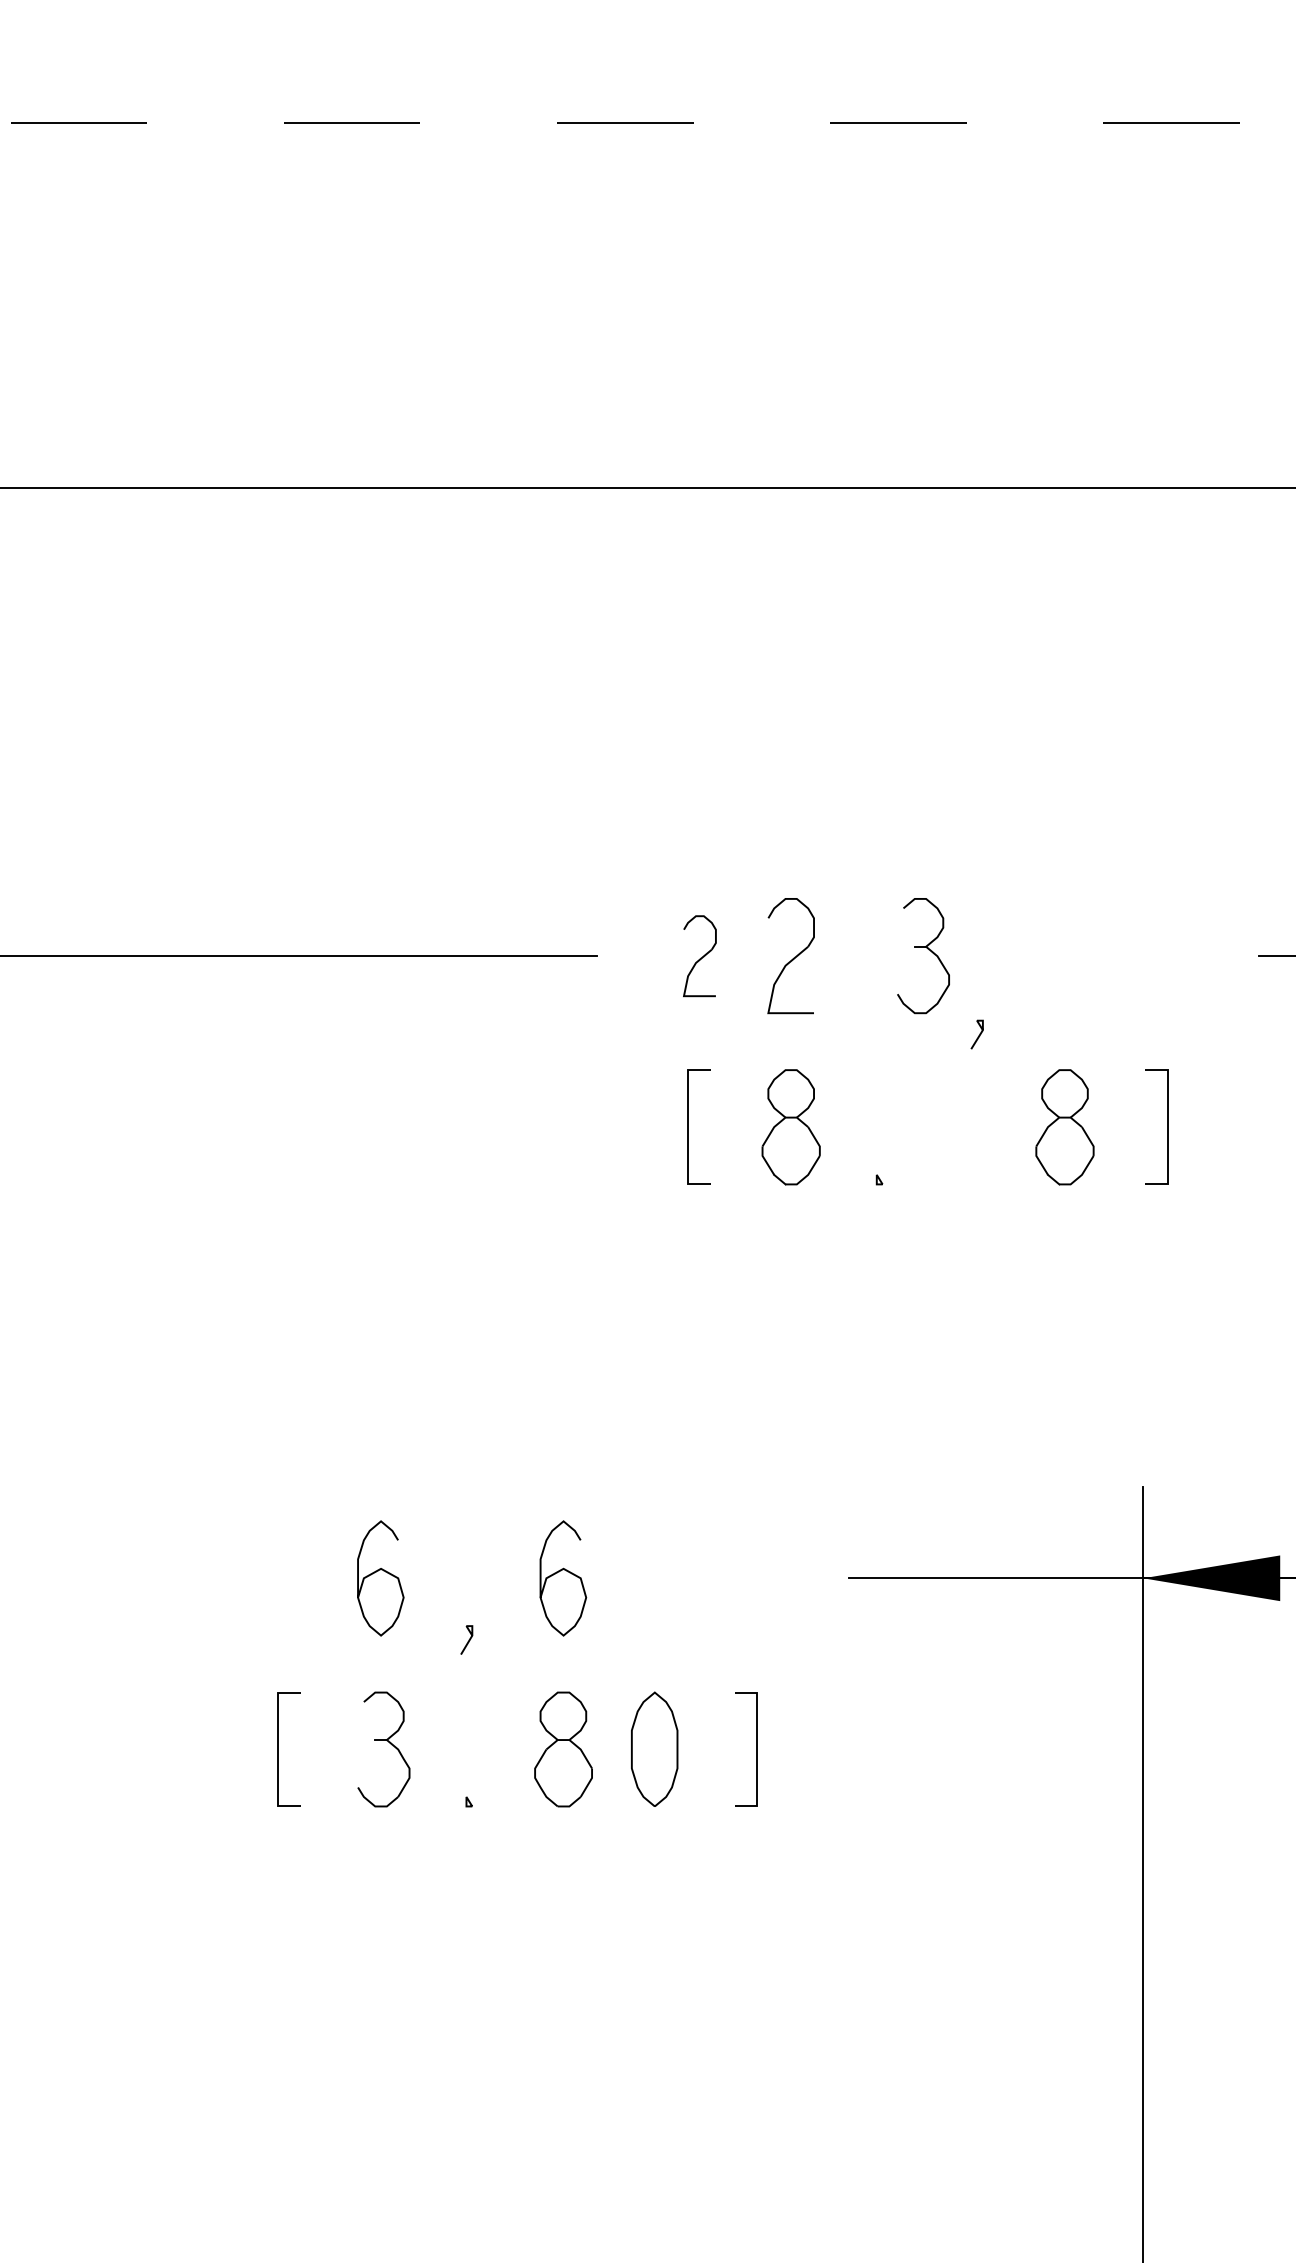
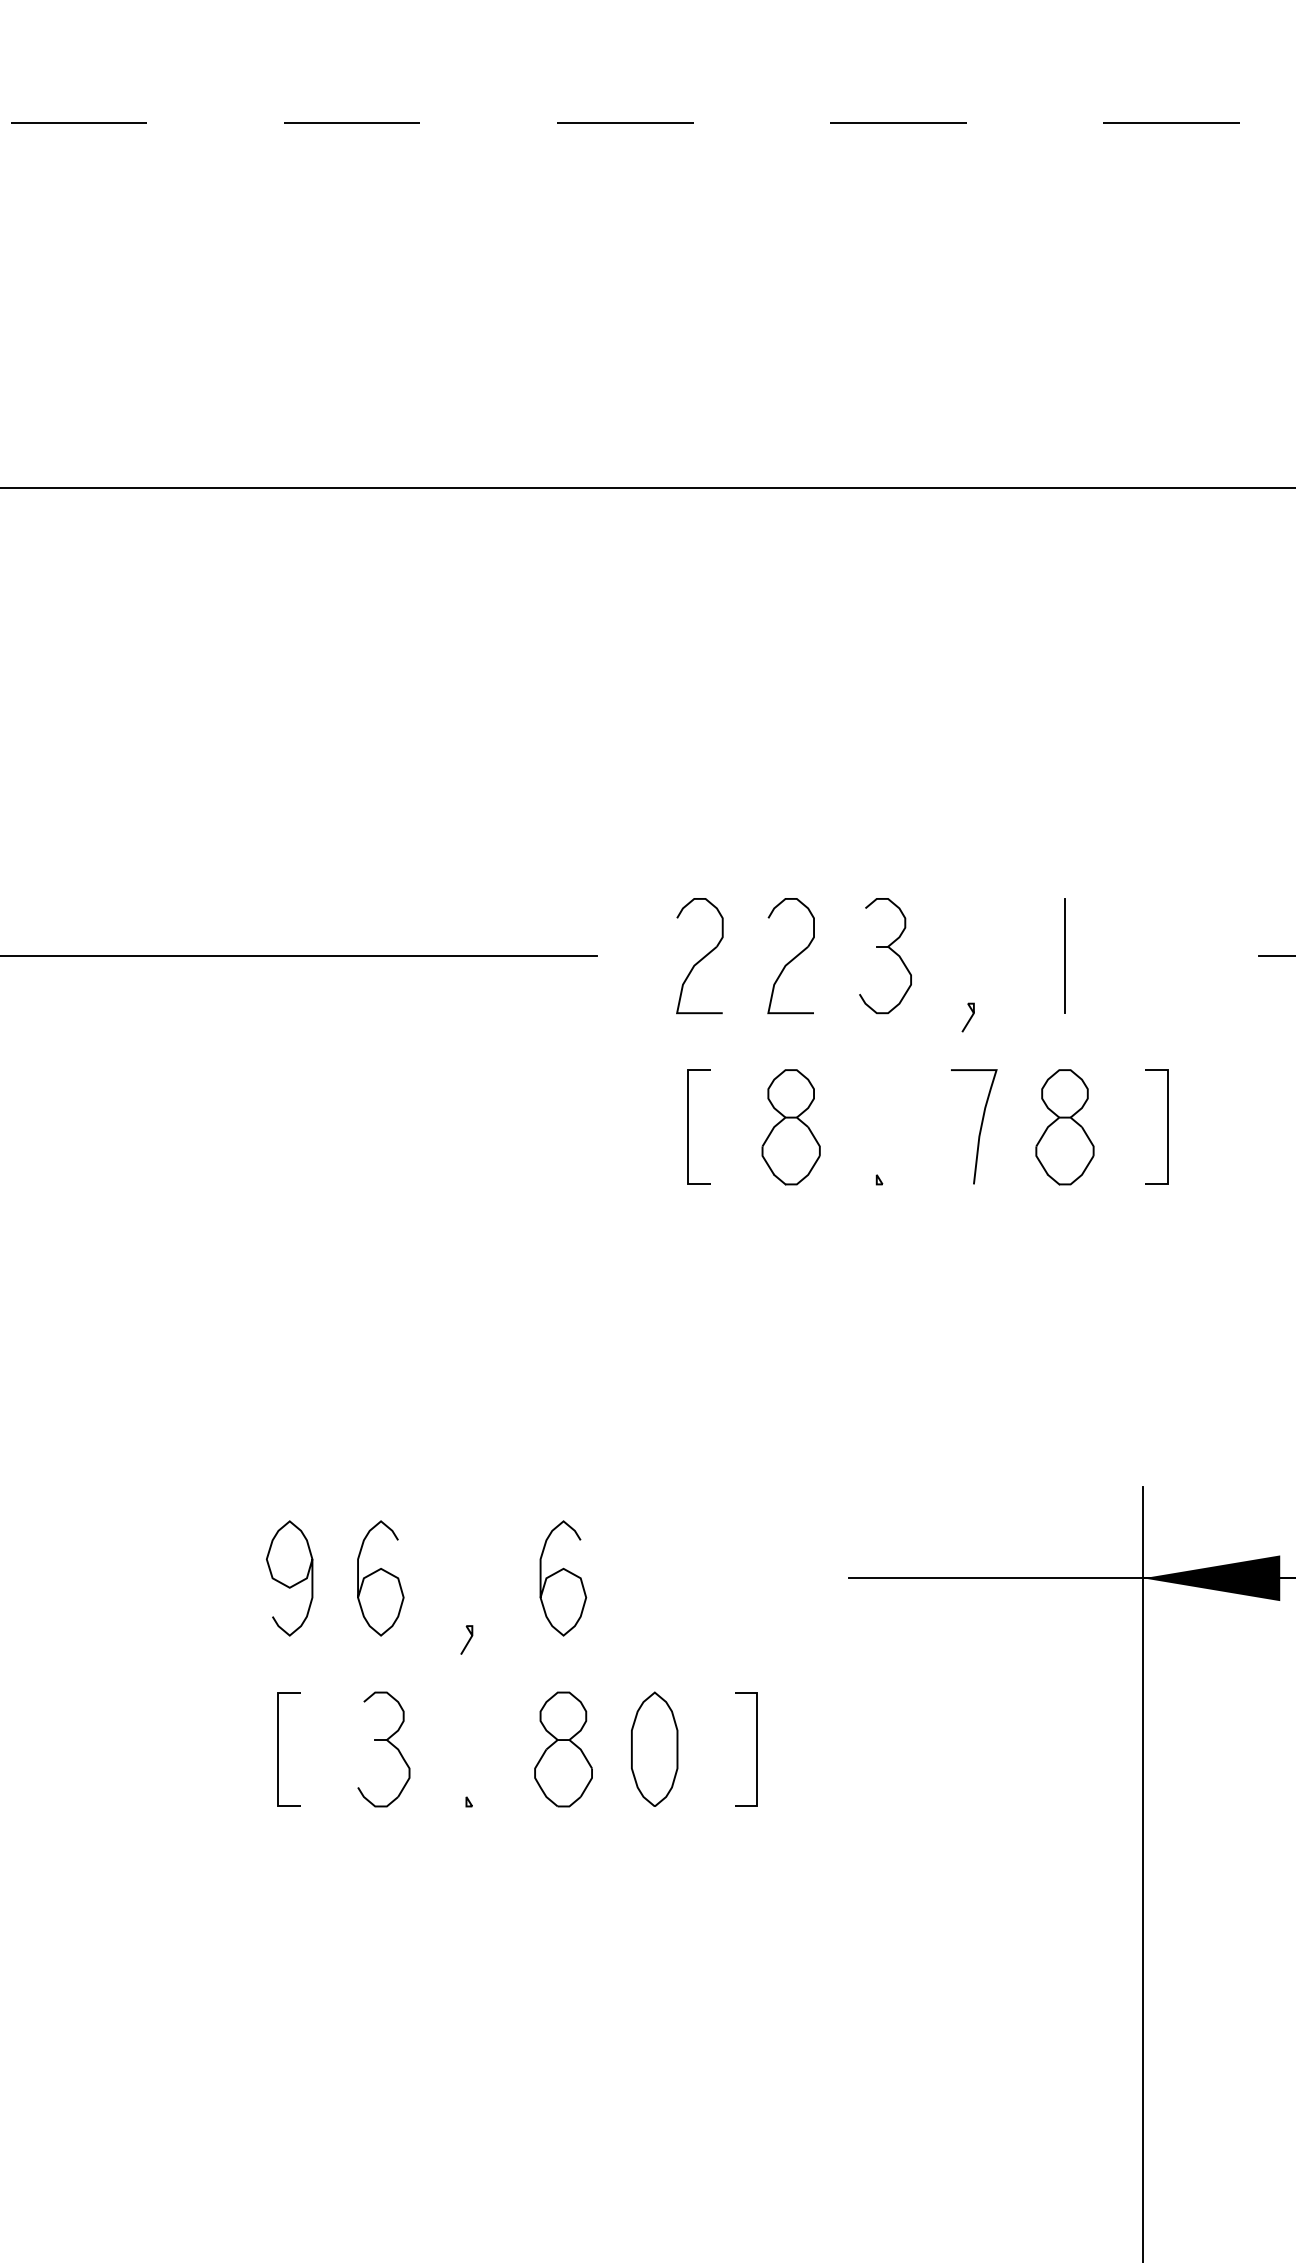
part at (927, 949) position: (927, 949) -> (889, 949)
line at (1065, 955): none -> present
part at (699, 956) size: 34x83 px -> 48x117 px
line at (978, 1035) position: (978, 1035) -> (969, 1018)
curve at (979, 1129): none -> present
curve at (286, 1584): none -> present
